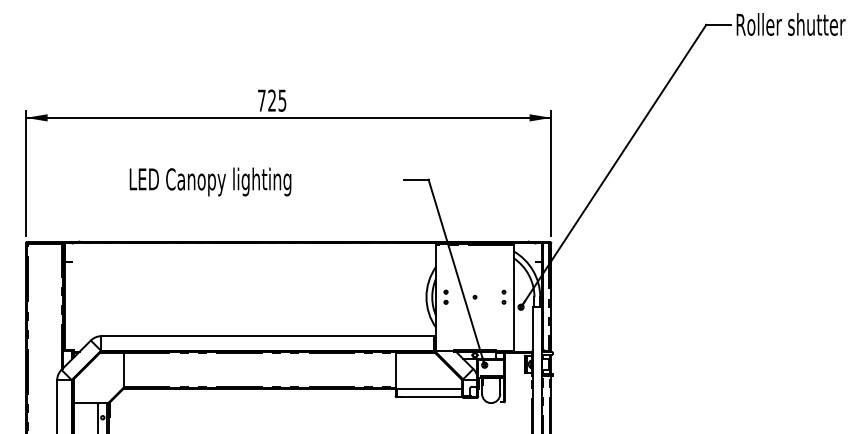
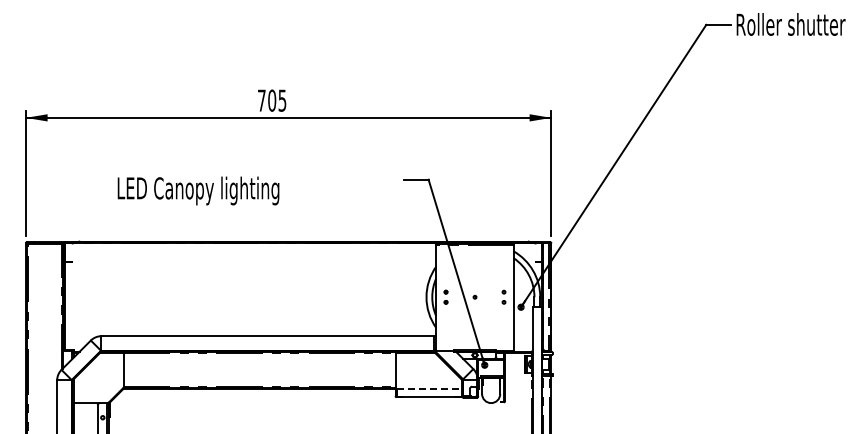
text at (272, 100): 725 -> 705
text at (210, 181) position: (210, 181) -> (198, 190)
line at (429, 389): solid -> dashed
